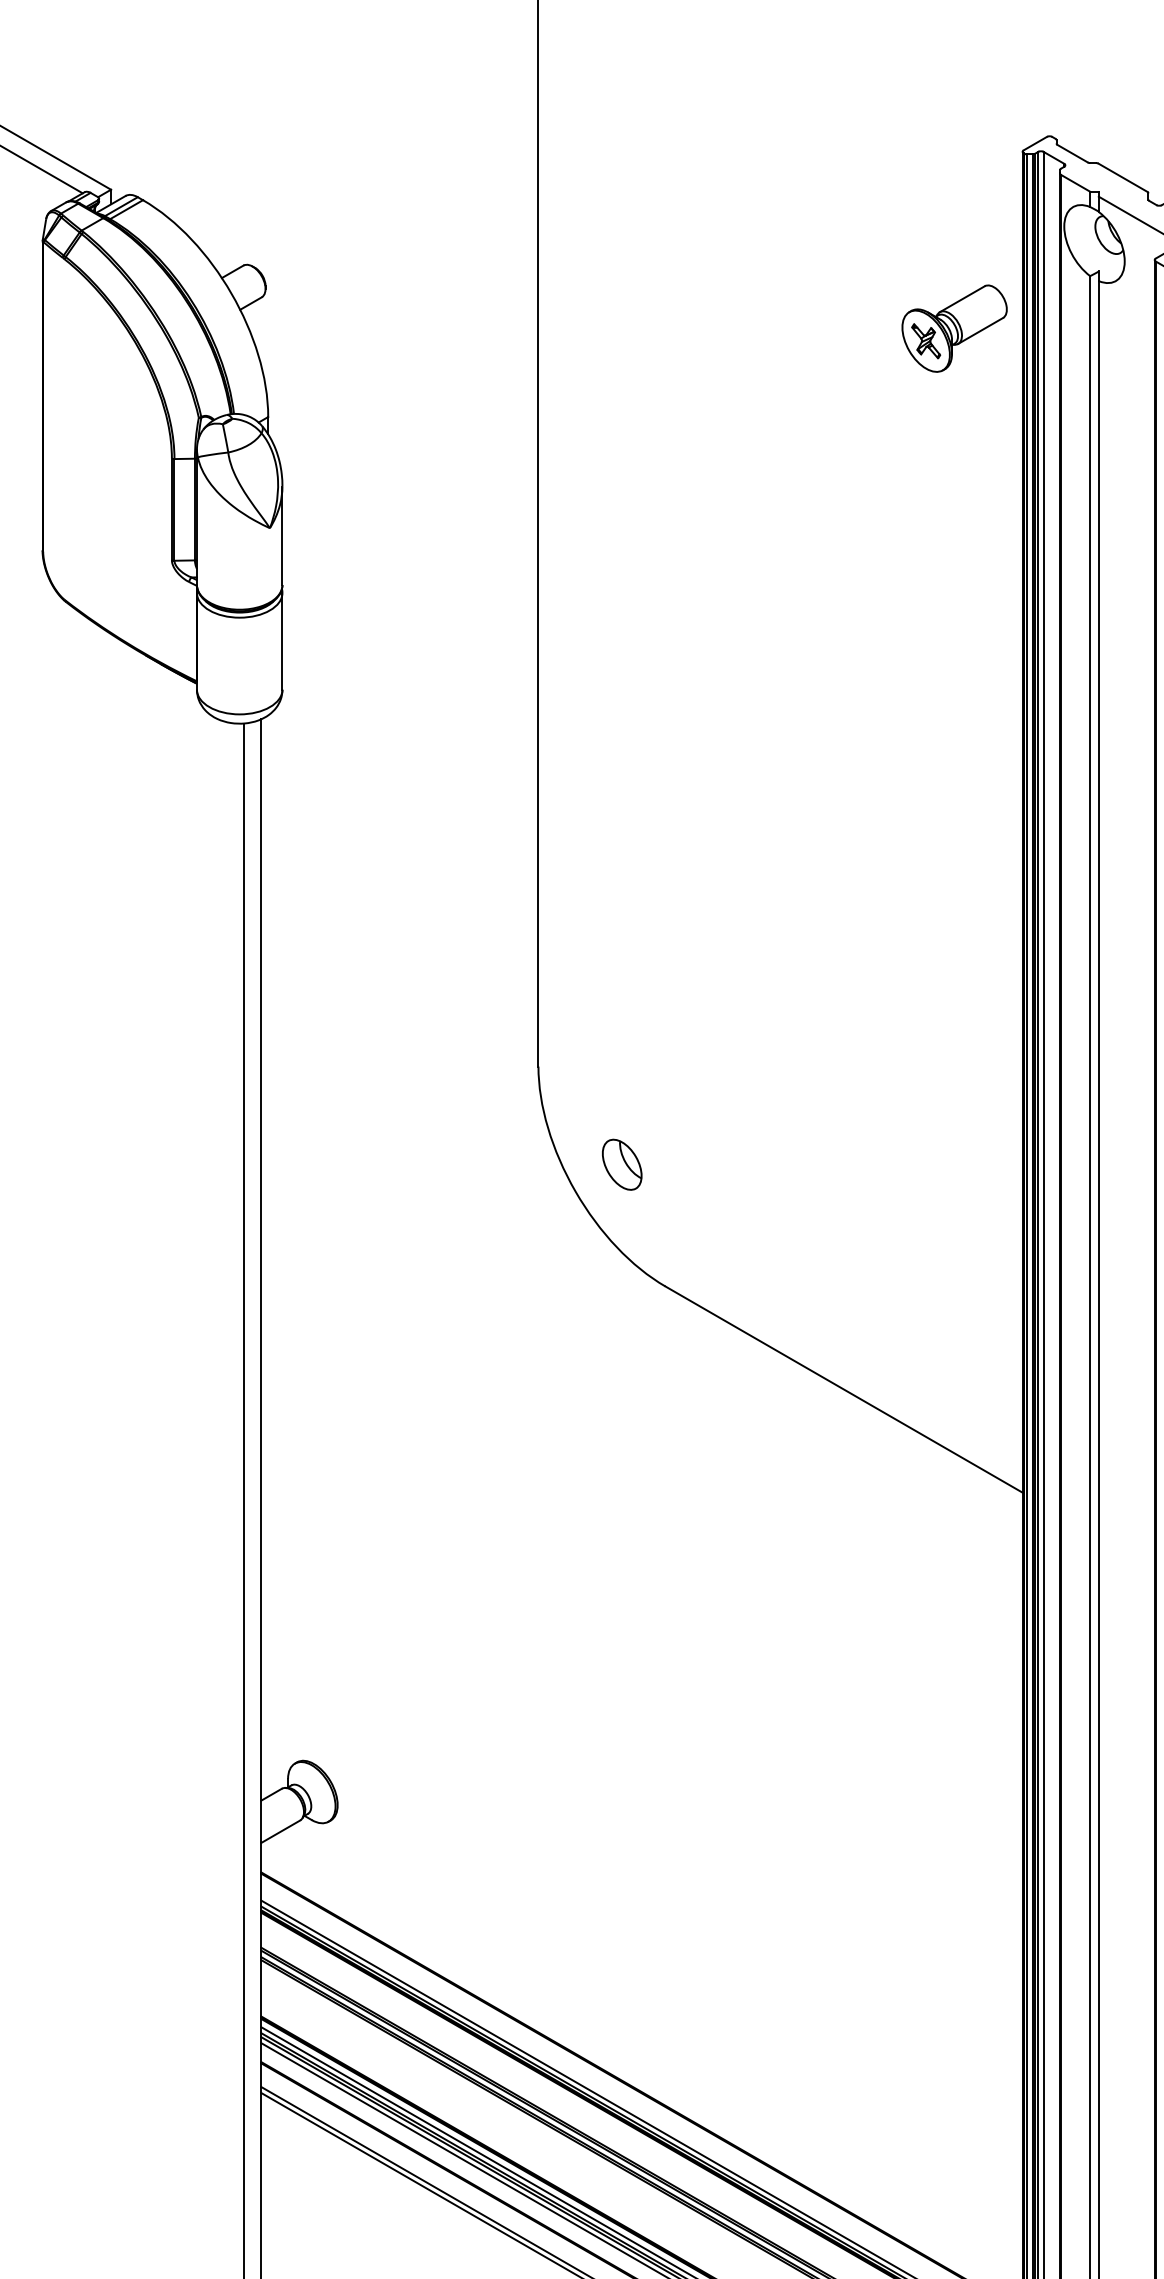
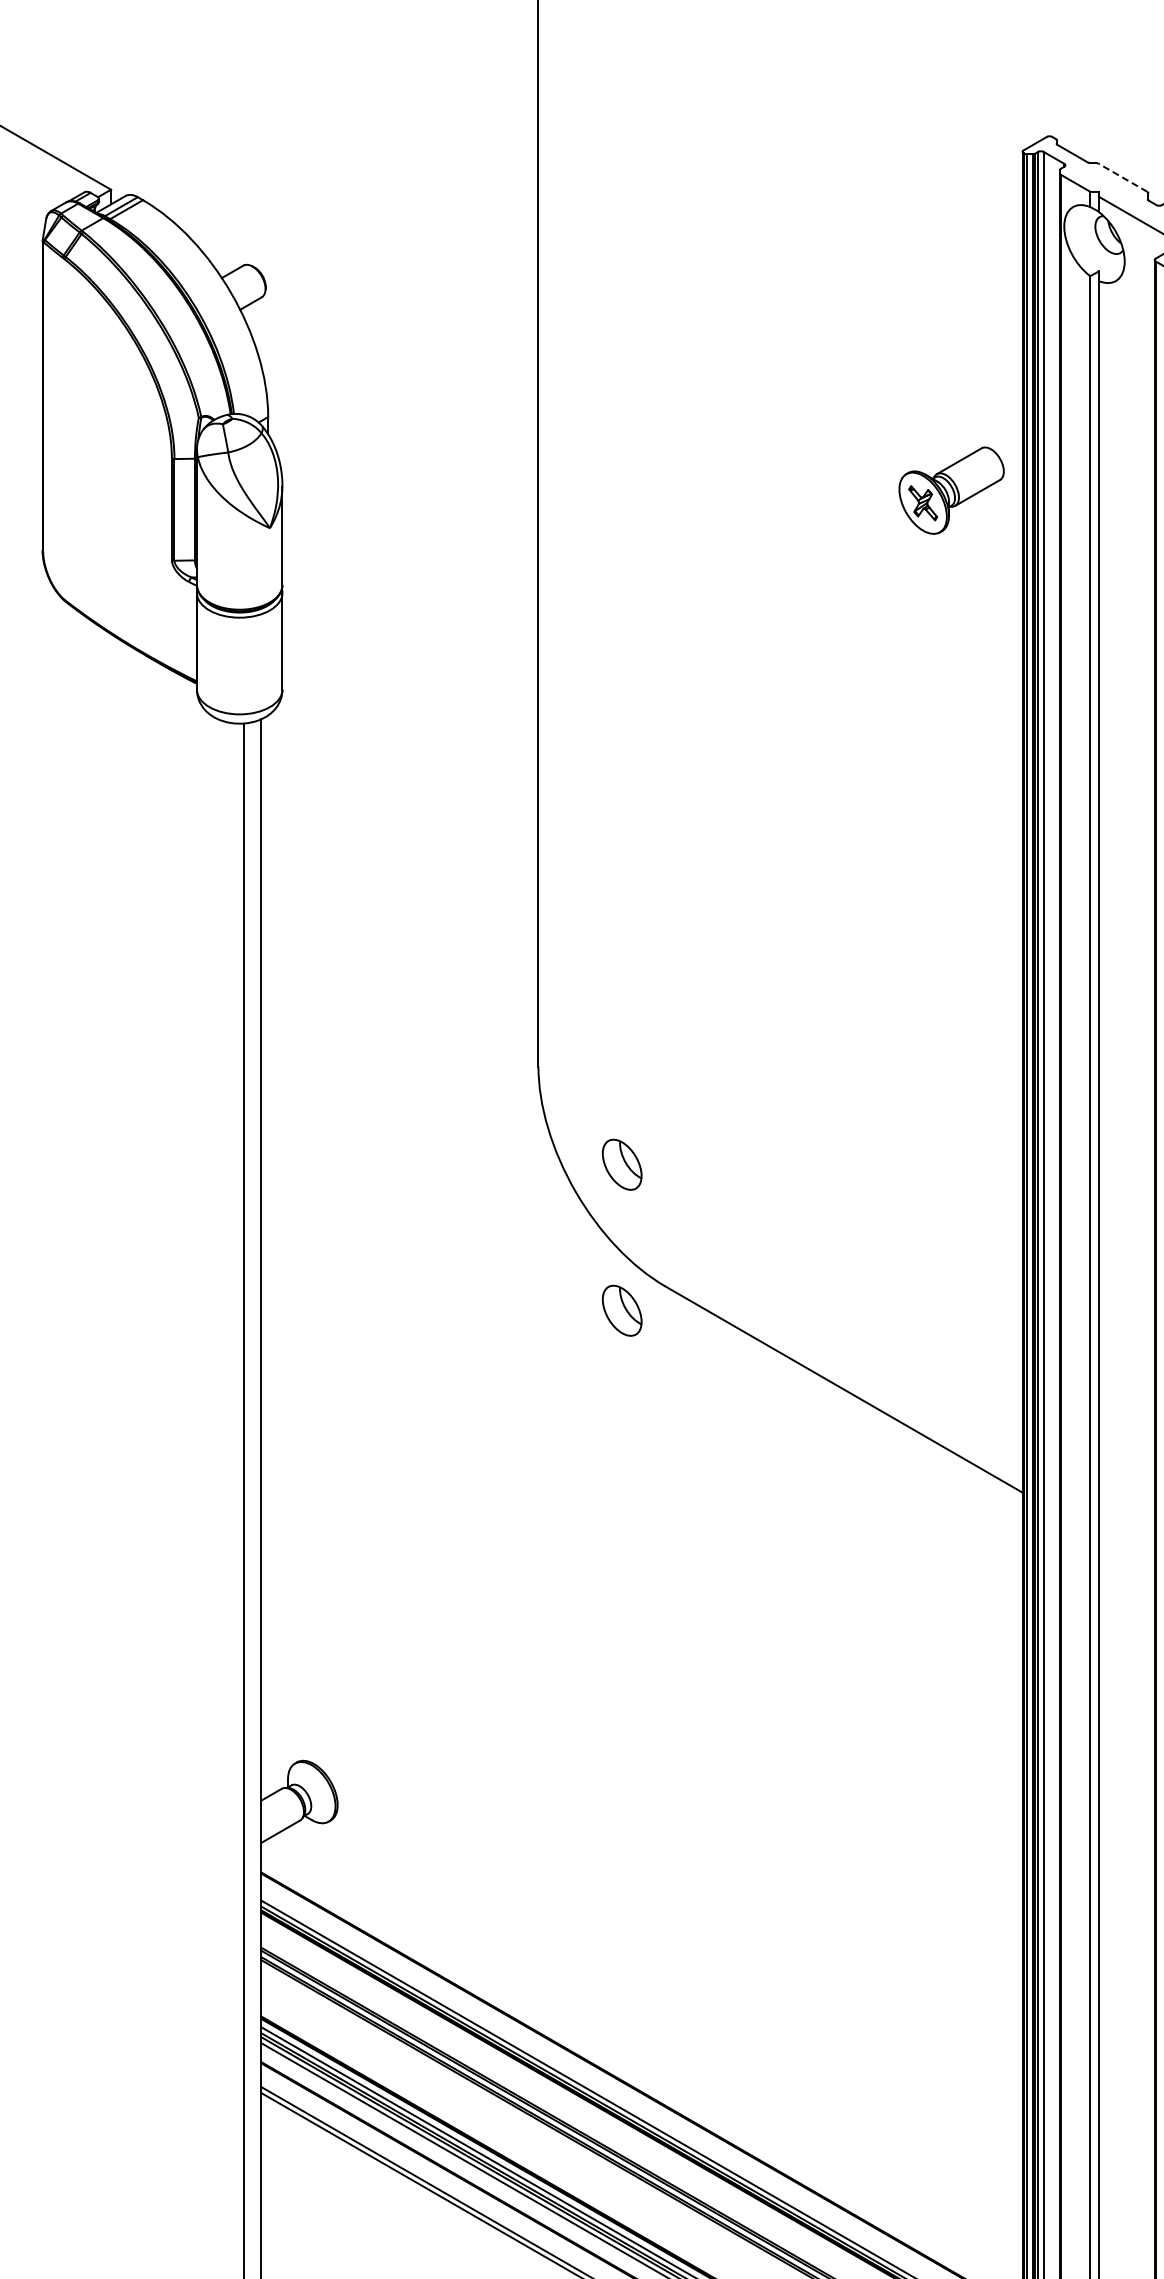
line at (42, 169): present -> none
line at (1122, 177): solid -> dashed
part at (954, 328) position: (954, 328) -> (951, 490)
part at (622, 1310): none -> present
